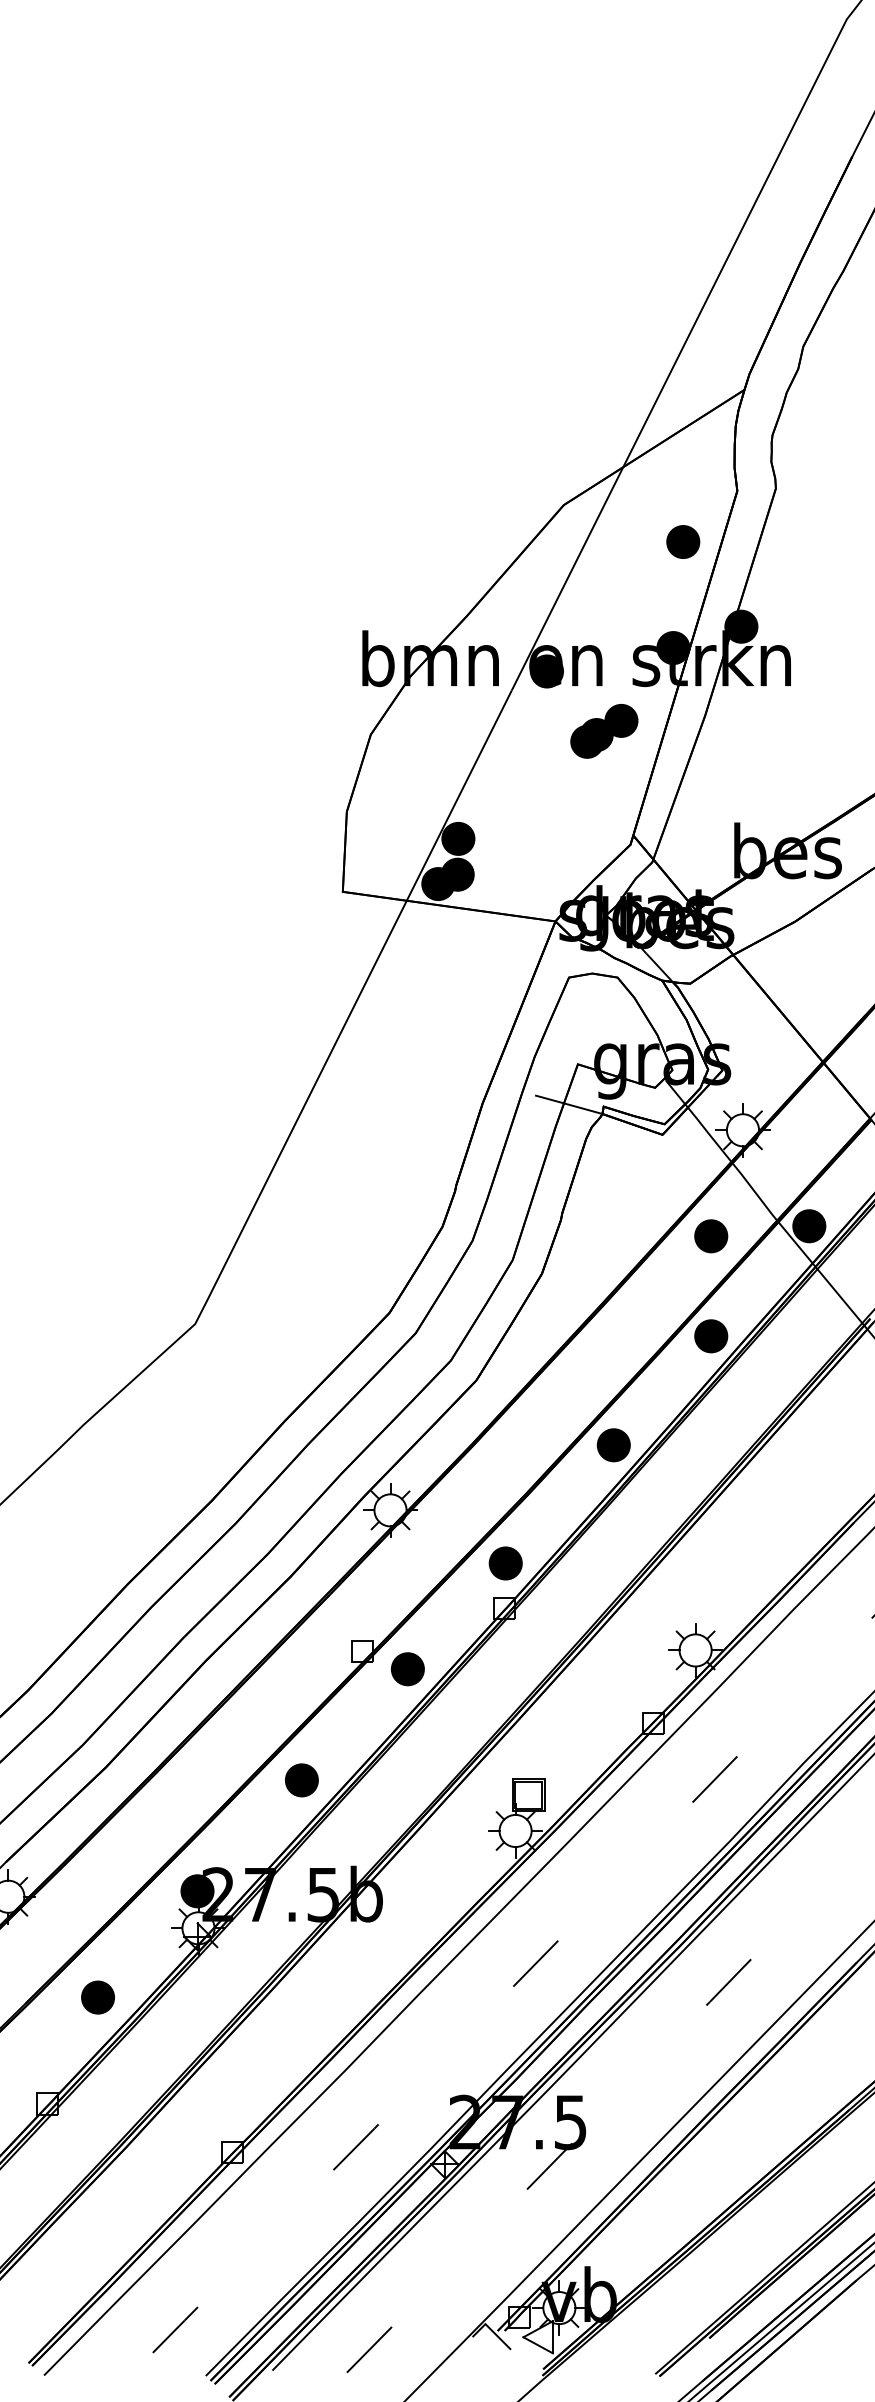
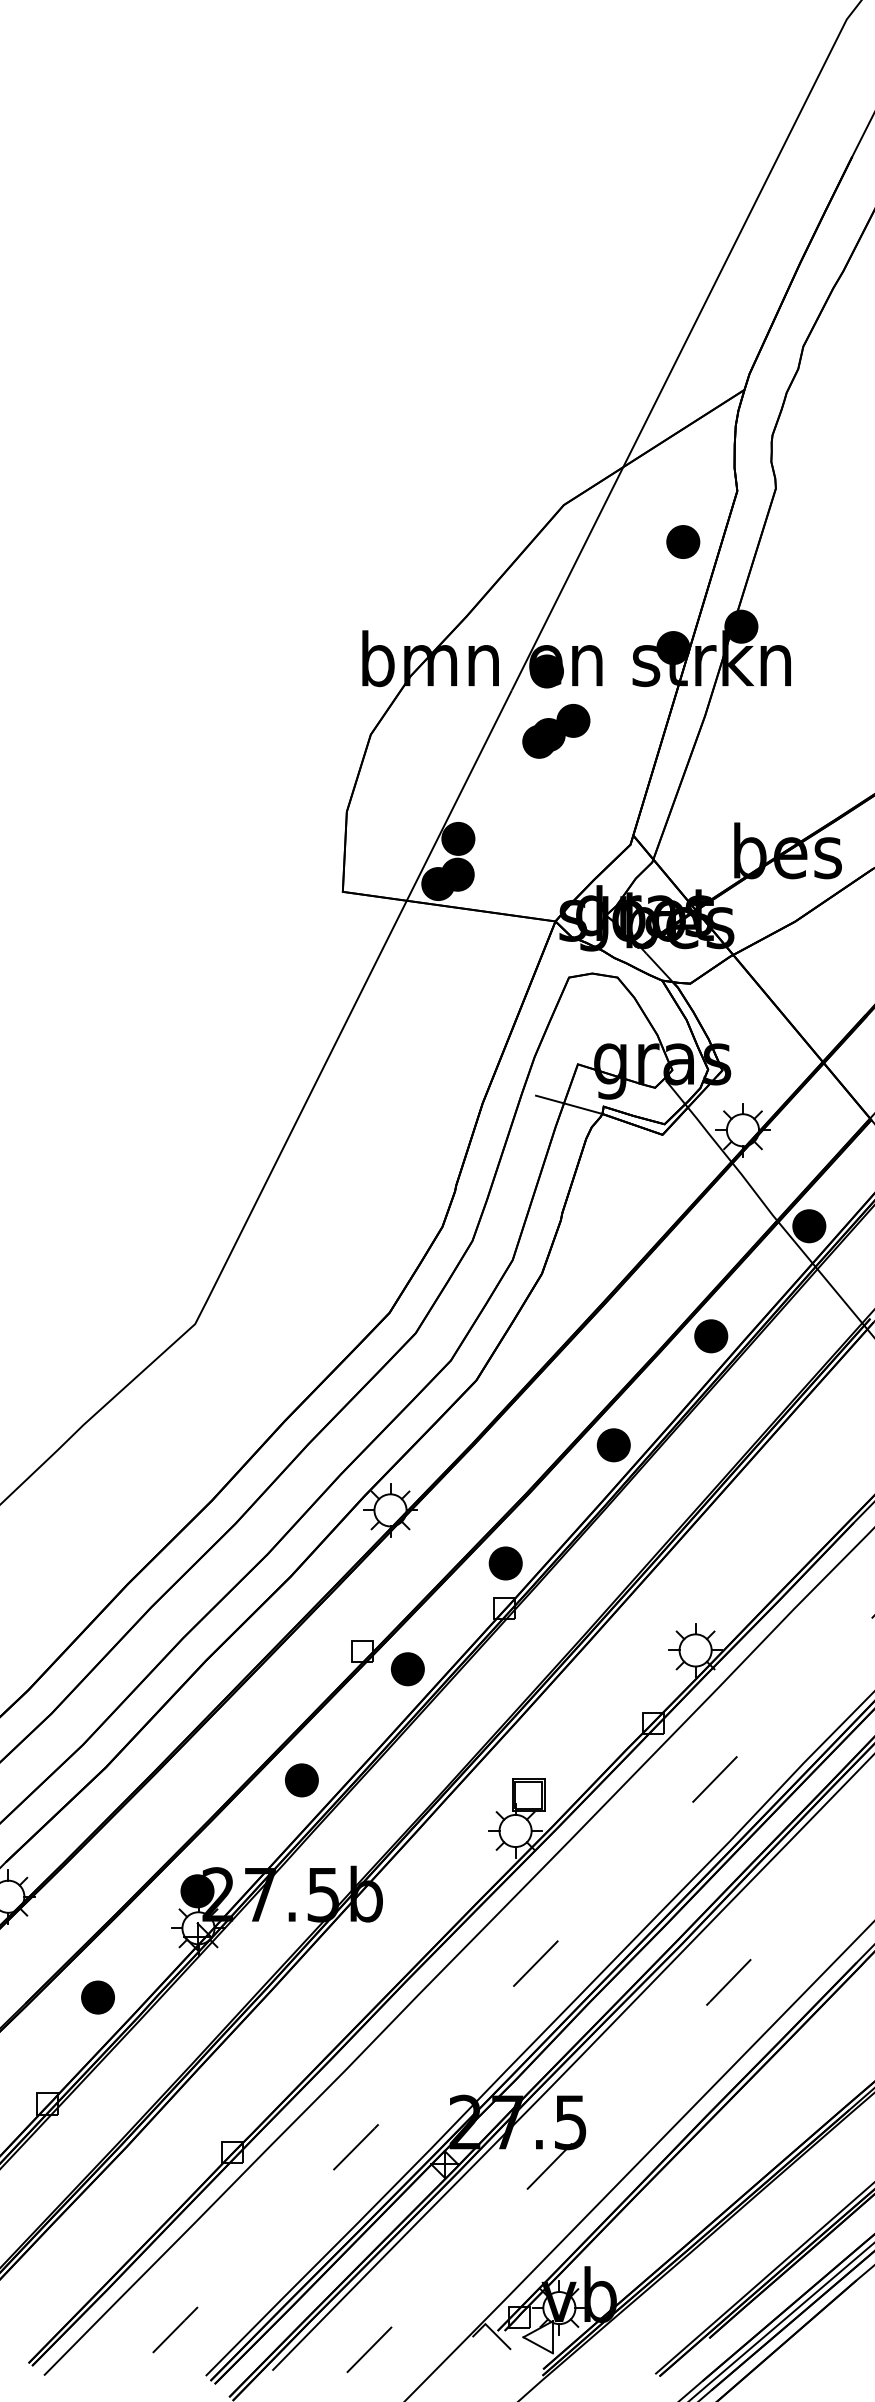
part at (604, 731) position: (604, 731) -> (556, 731)
part at (711, 1236): present -> none
